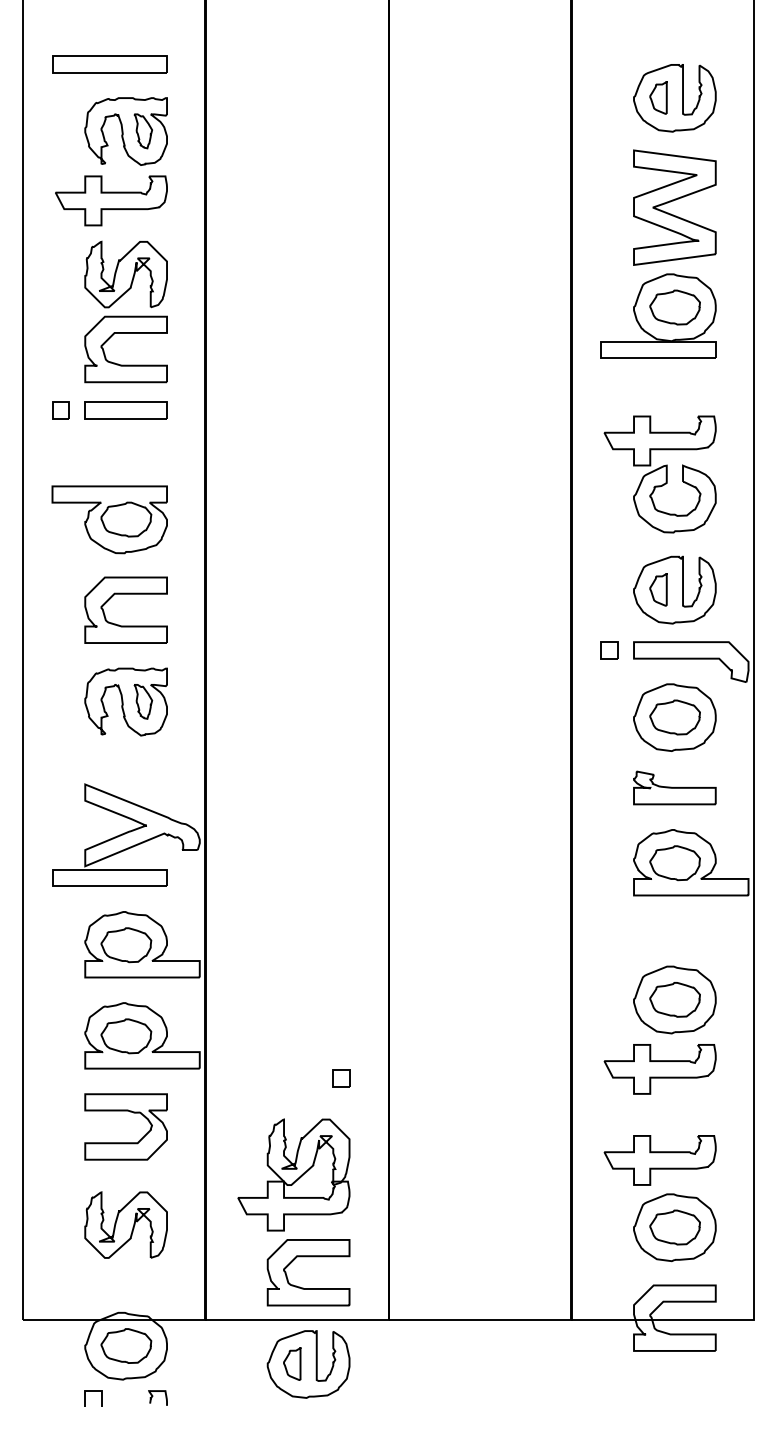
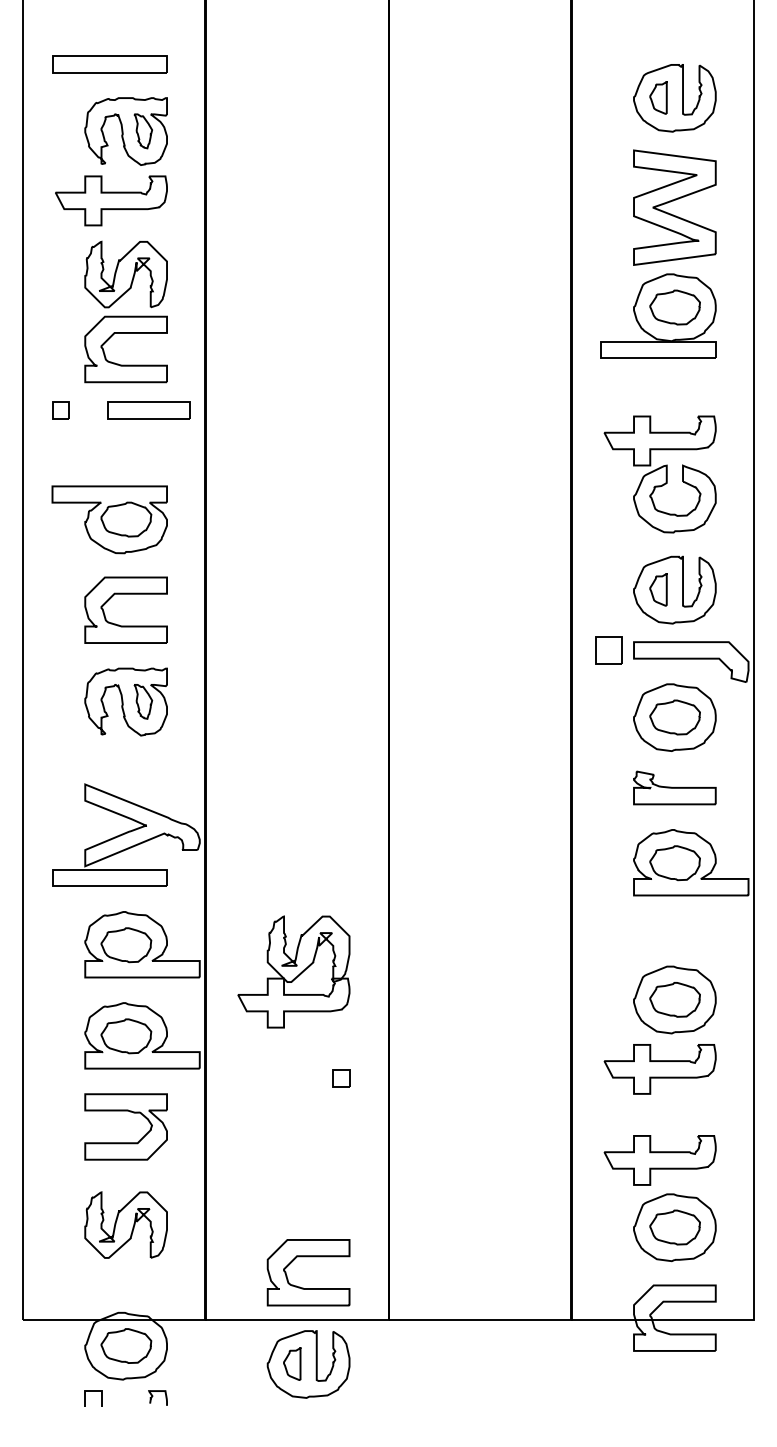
part at (125, 410) position: (125, 410) -> (148, 410)
part at (609, 650) size: 19x19 px -> 28x29 px
part at (293, 1174) position: (293, 1174) -> (293, 971)
